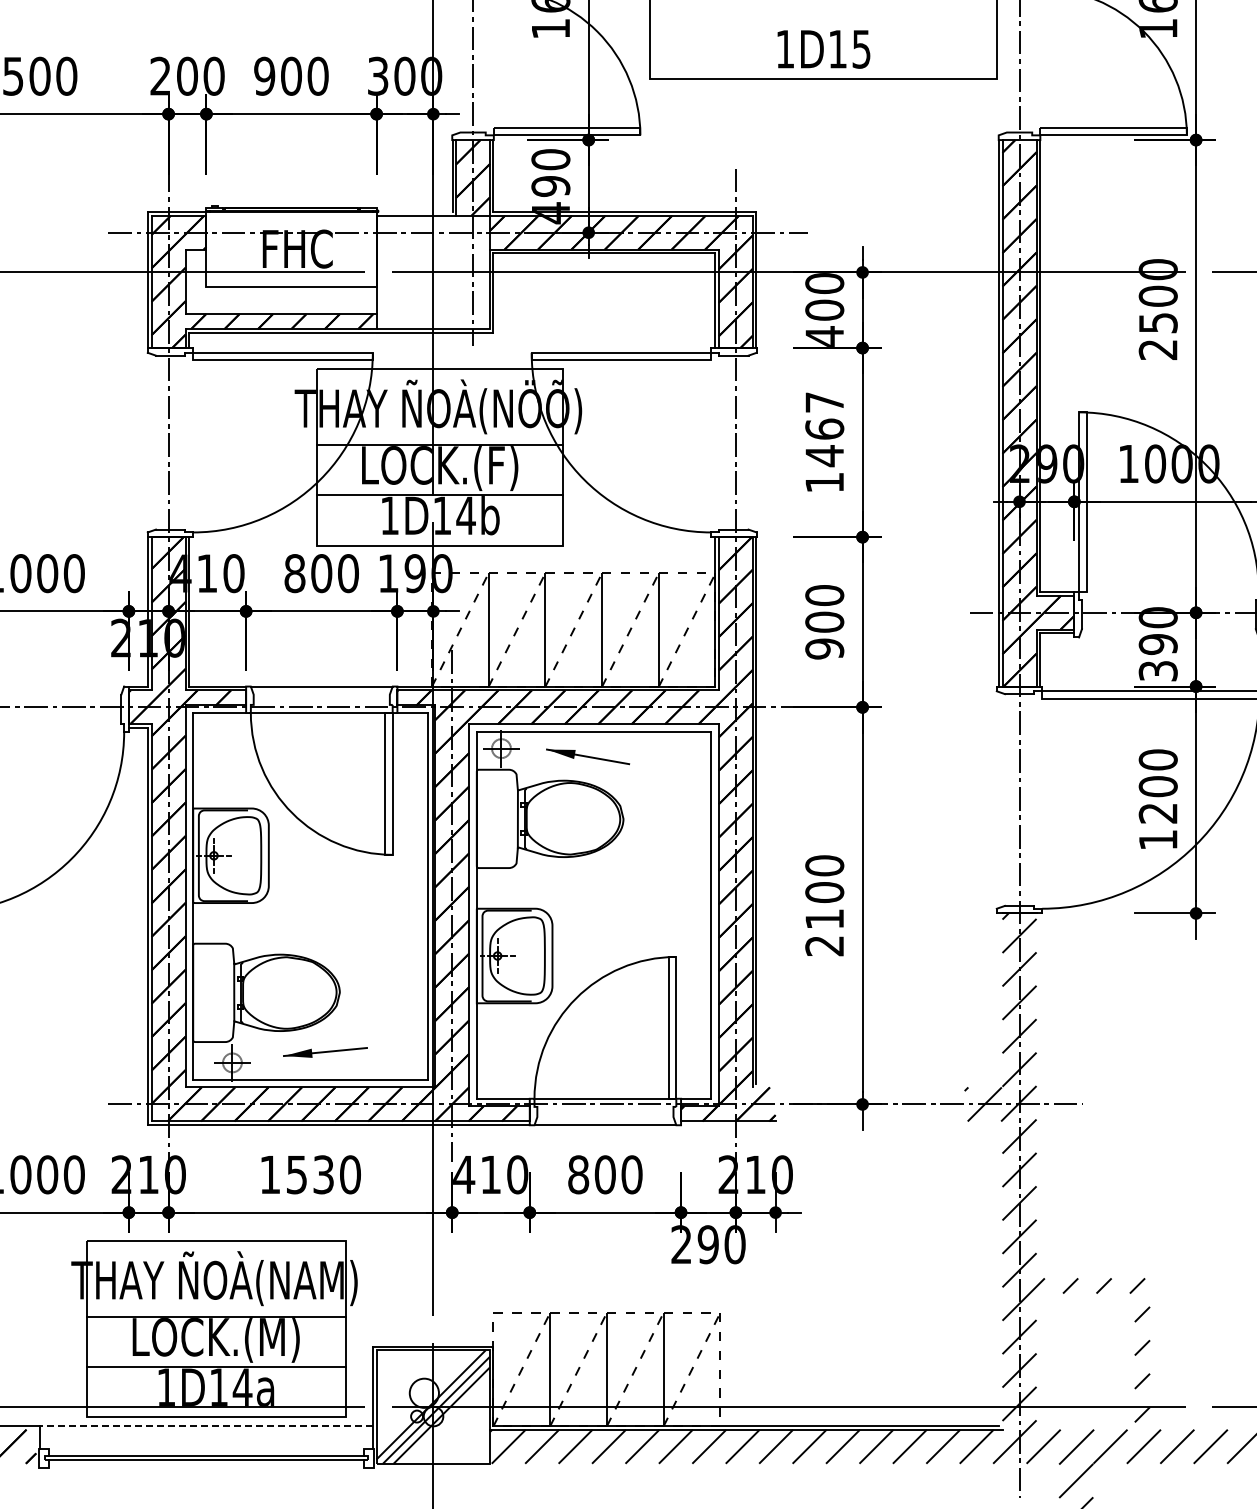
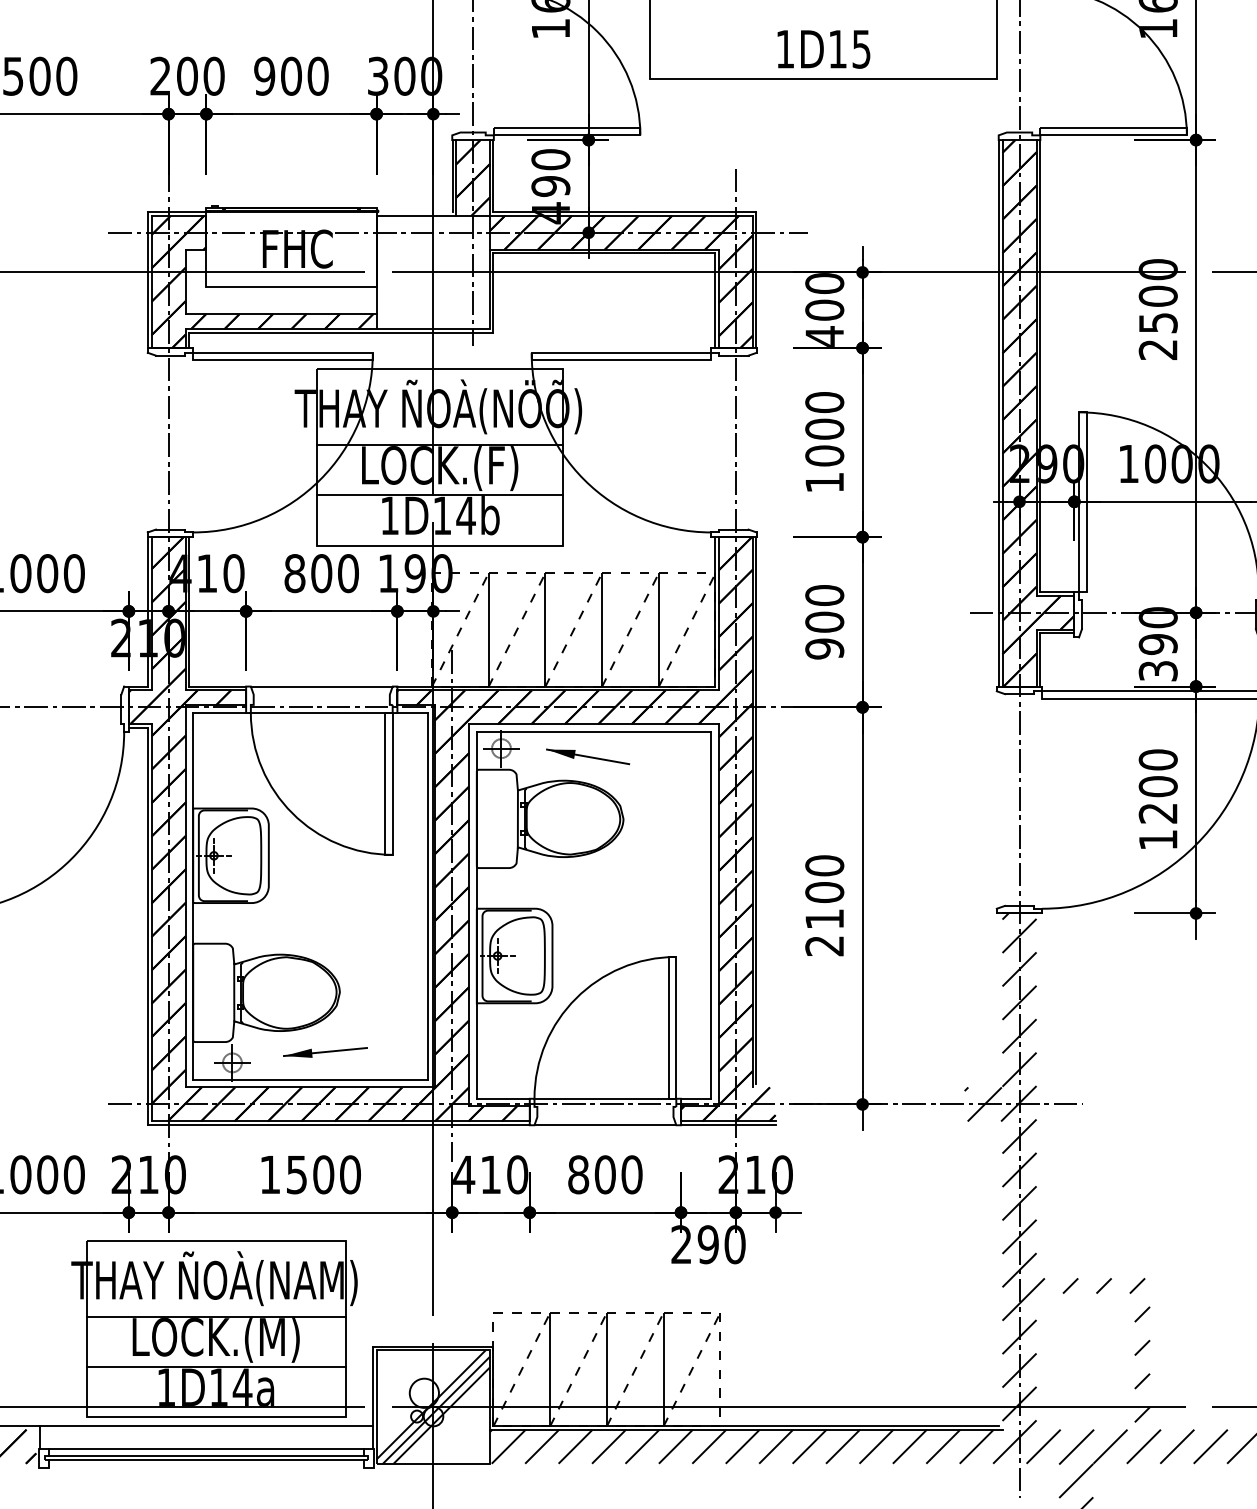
text at (824, 429): 1467 -> 1000
line at (728, 1124): none -> present
text at (323, 1174): 1530 -> 1500
line at (206, 1426): dashed -> solid
line at (206, 1448): none -> present
